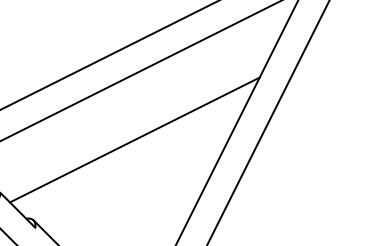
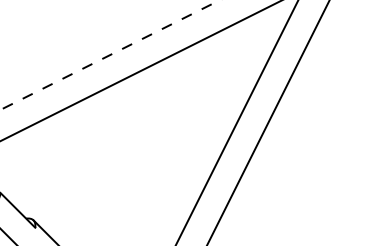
line at (110, 54): solid -> dashed
line at (134, 139): present -> none
